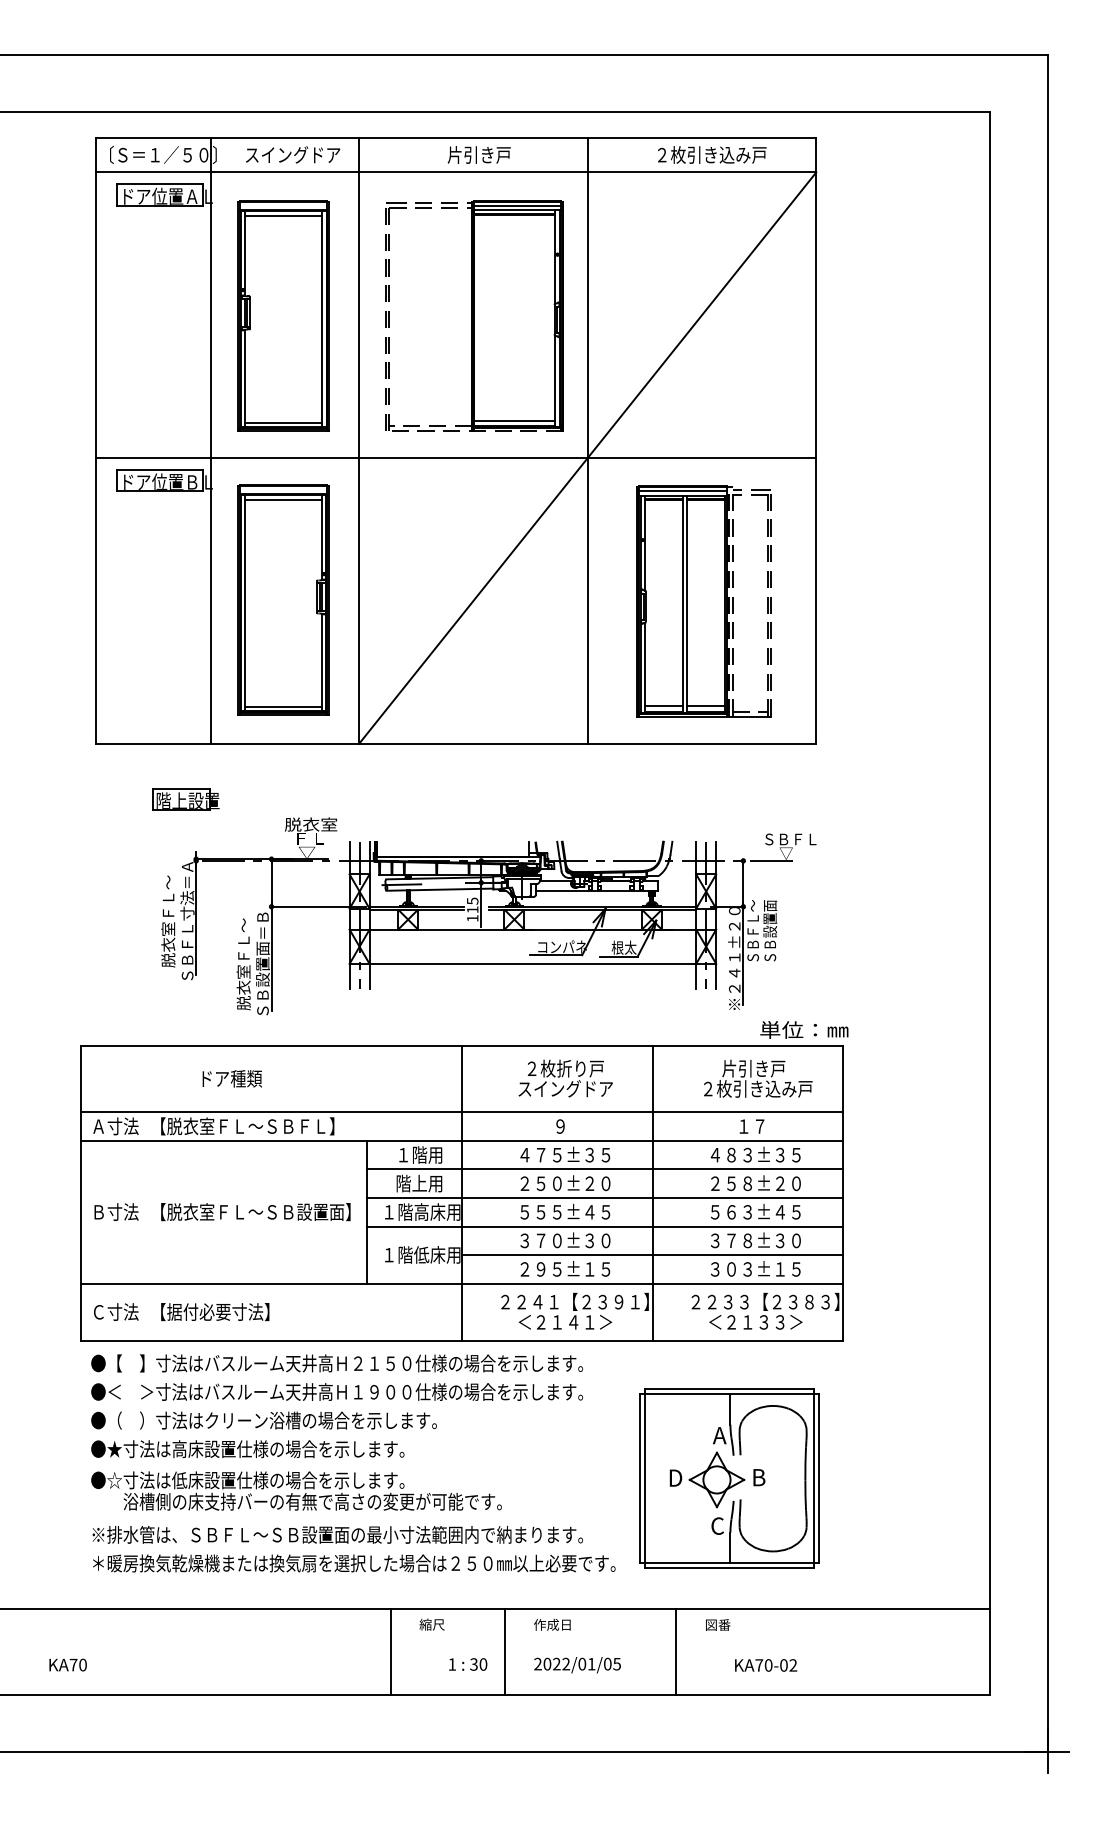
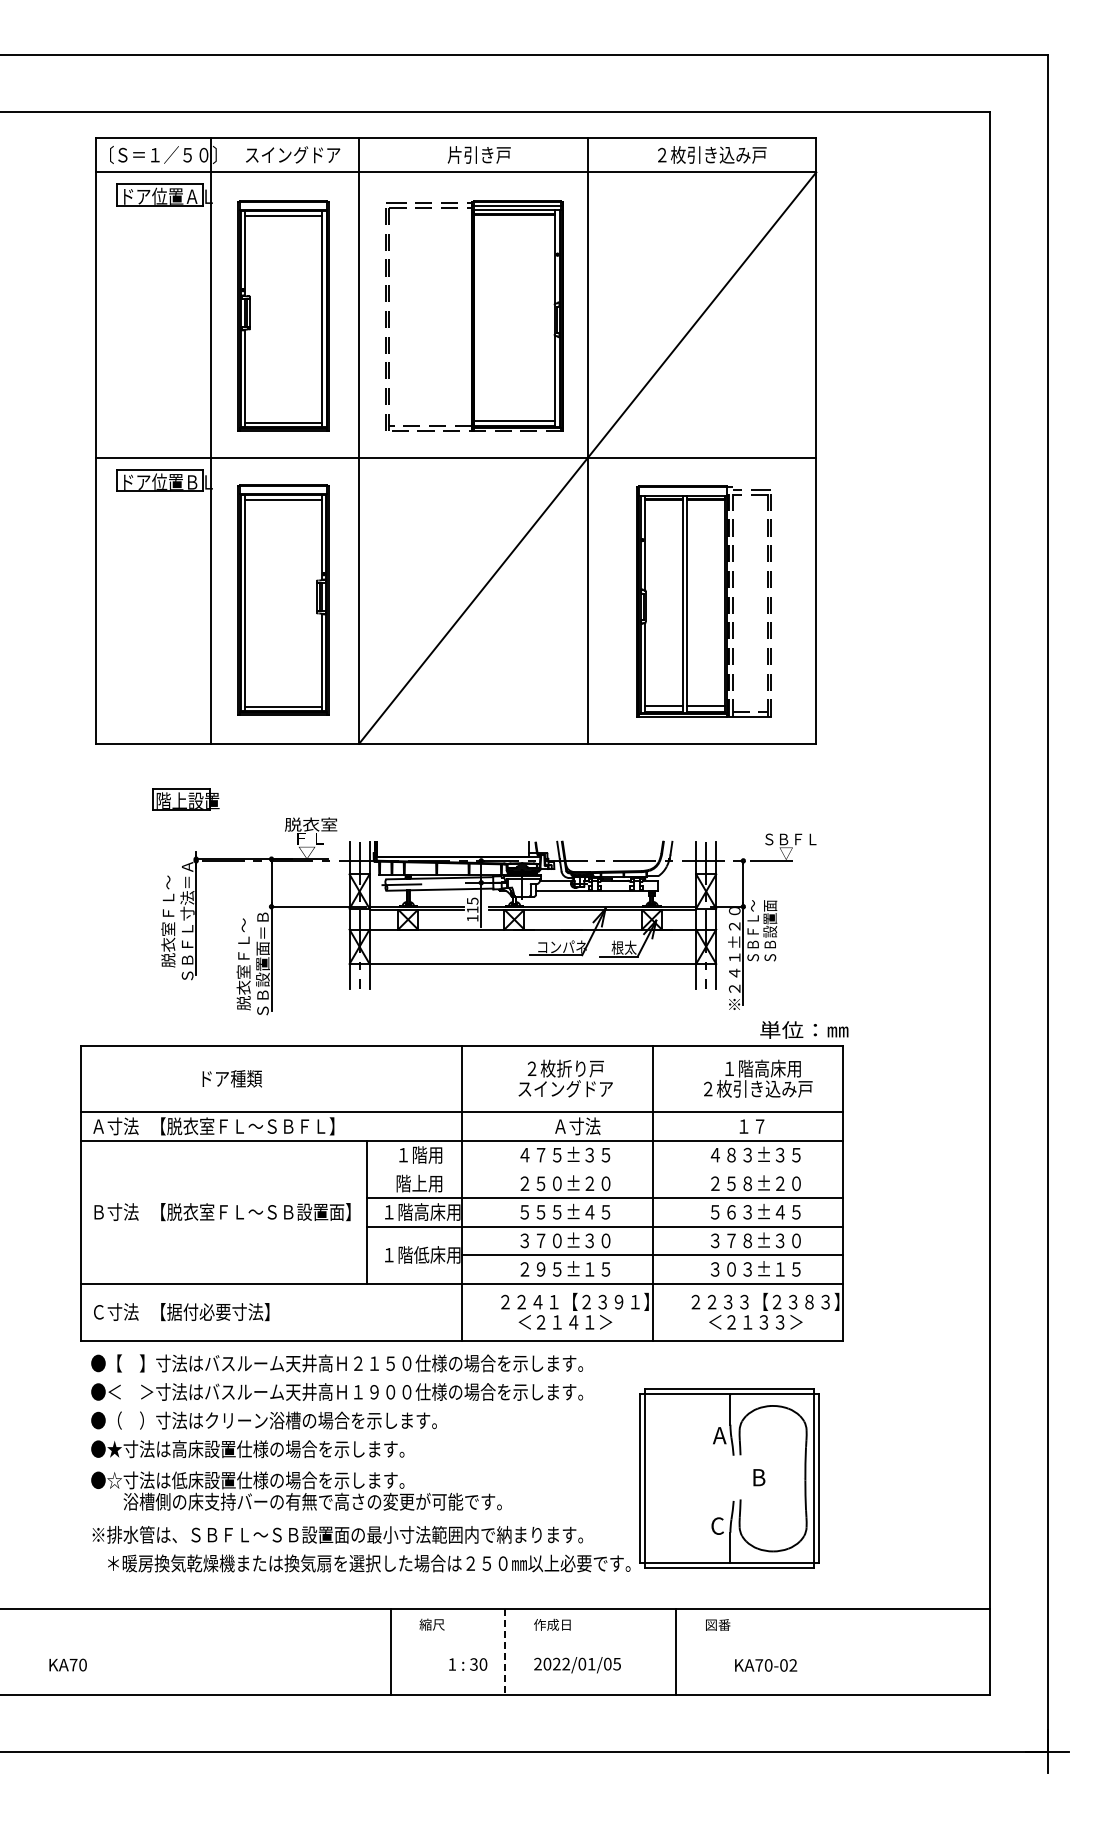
line at (682, 491): present -> none
text at (761, 1068): 片引き戸 -> １階高床用
text at (577, 1126): ９ -> Ａ寸法
line at (605, 1169): present -> none
part at (707, 1479): present -> none
text at (354, 1563) position: (354, 1563) -> (369, 1563)
line at (504, 1651): solid -> dashed
